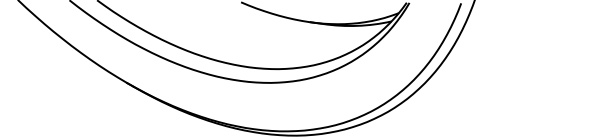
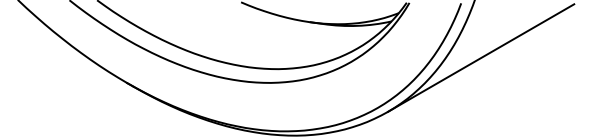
line at (481, 57): none -> present
